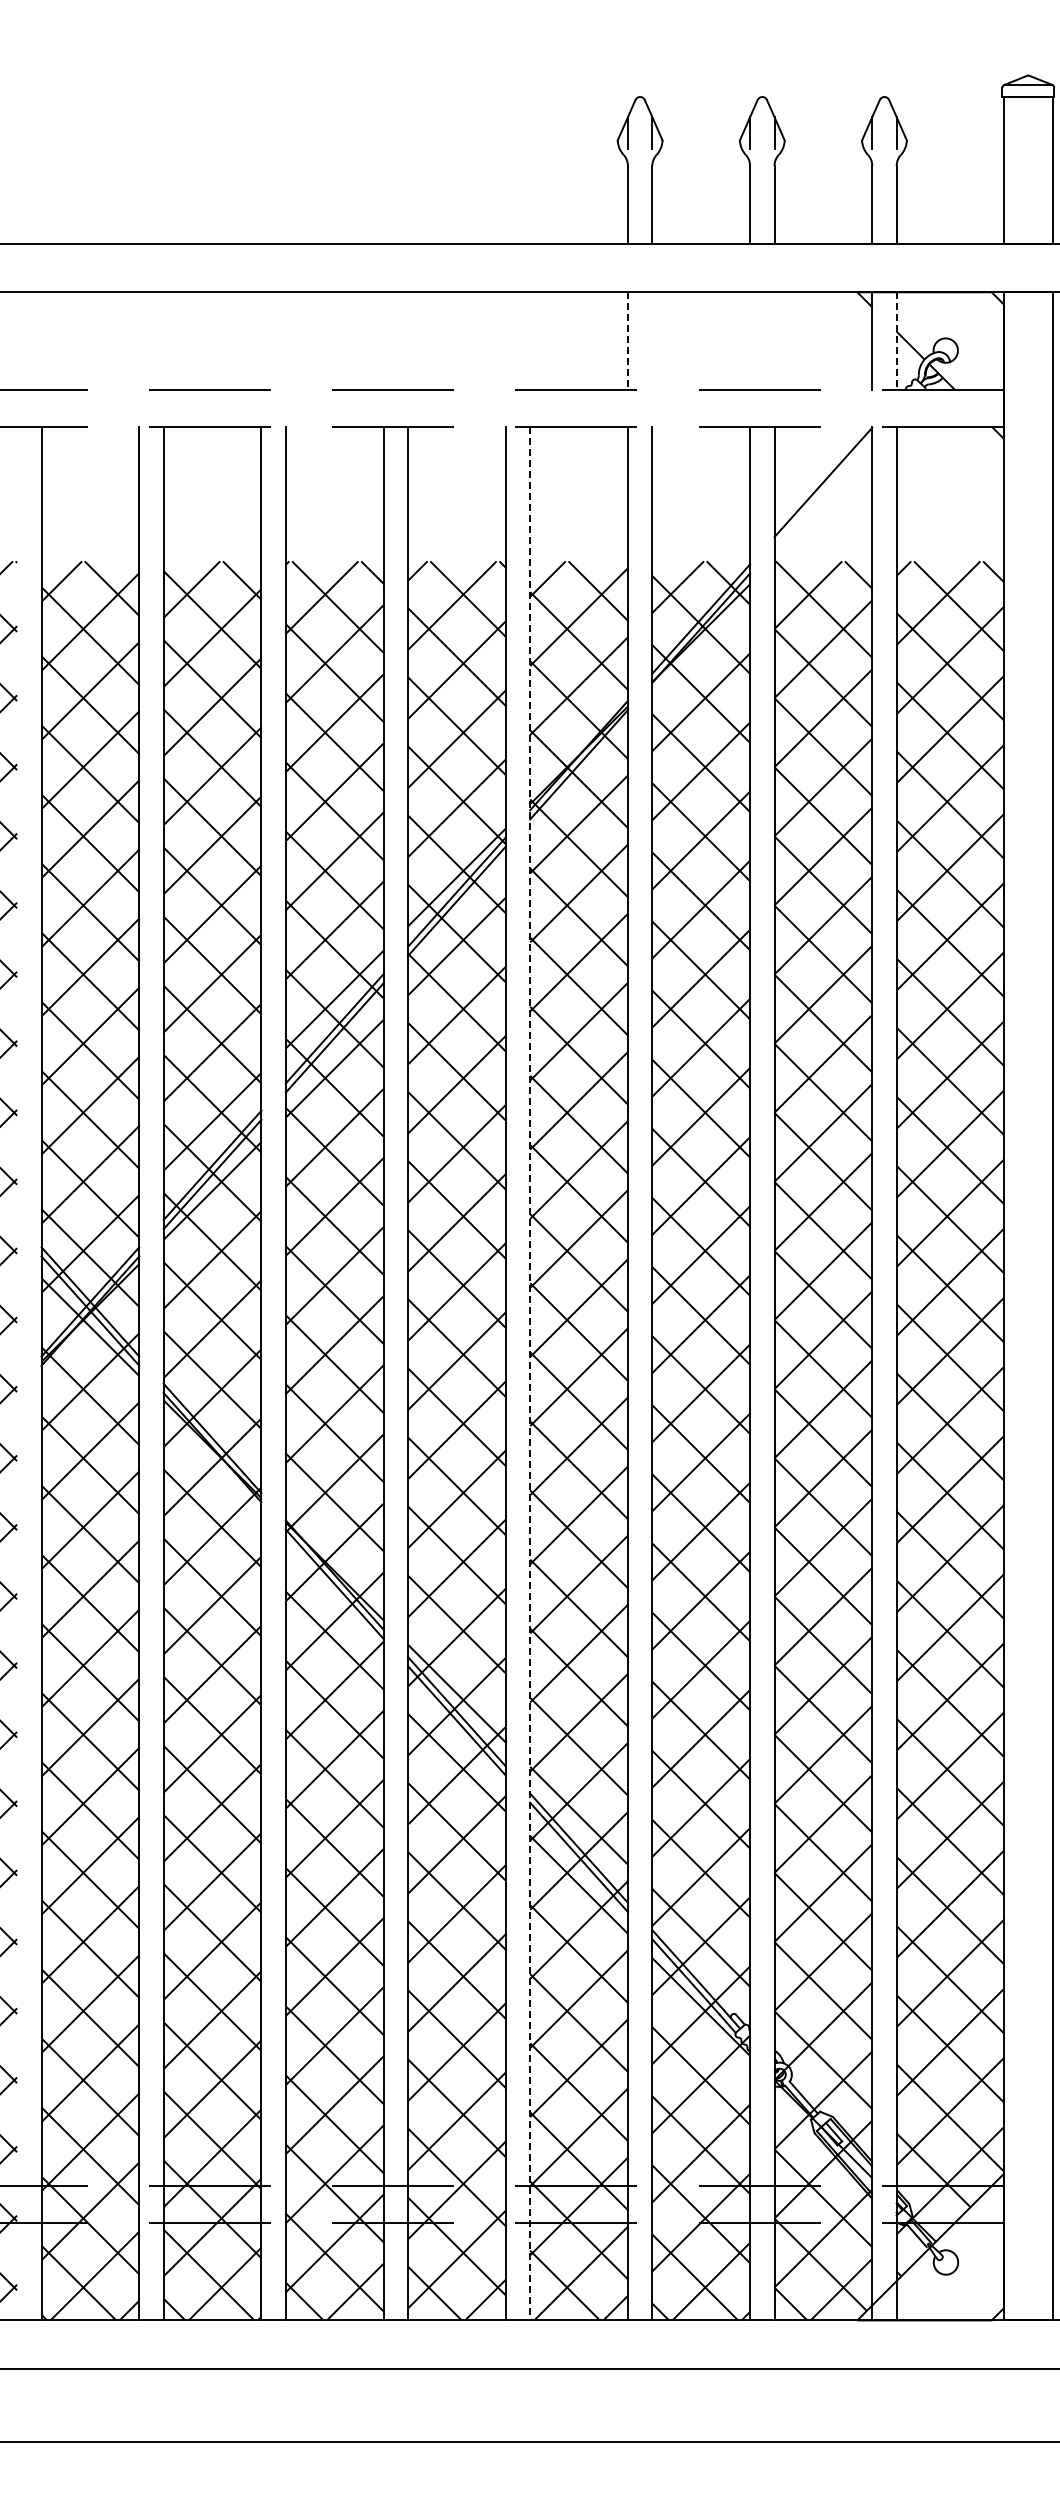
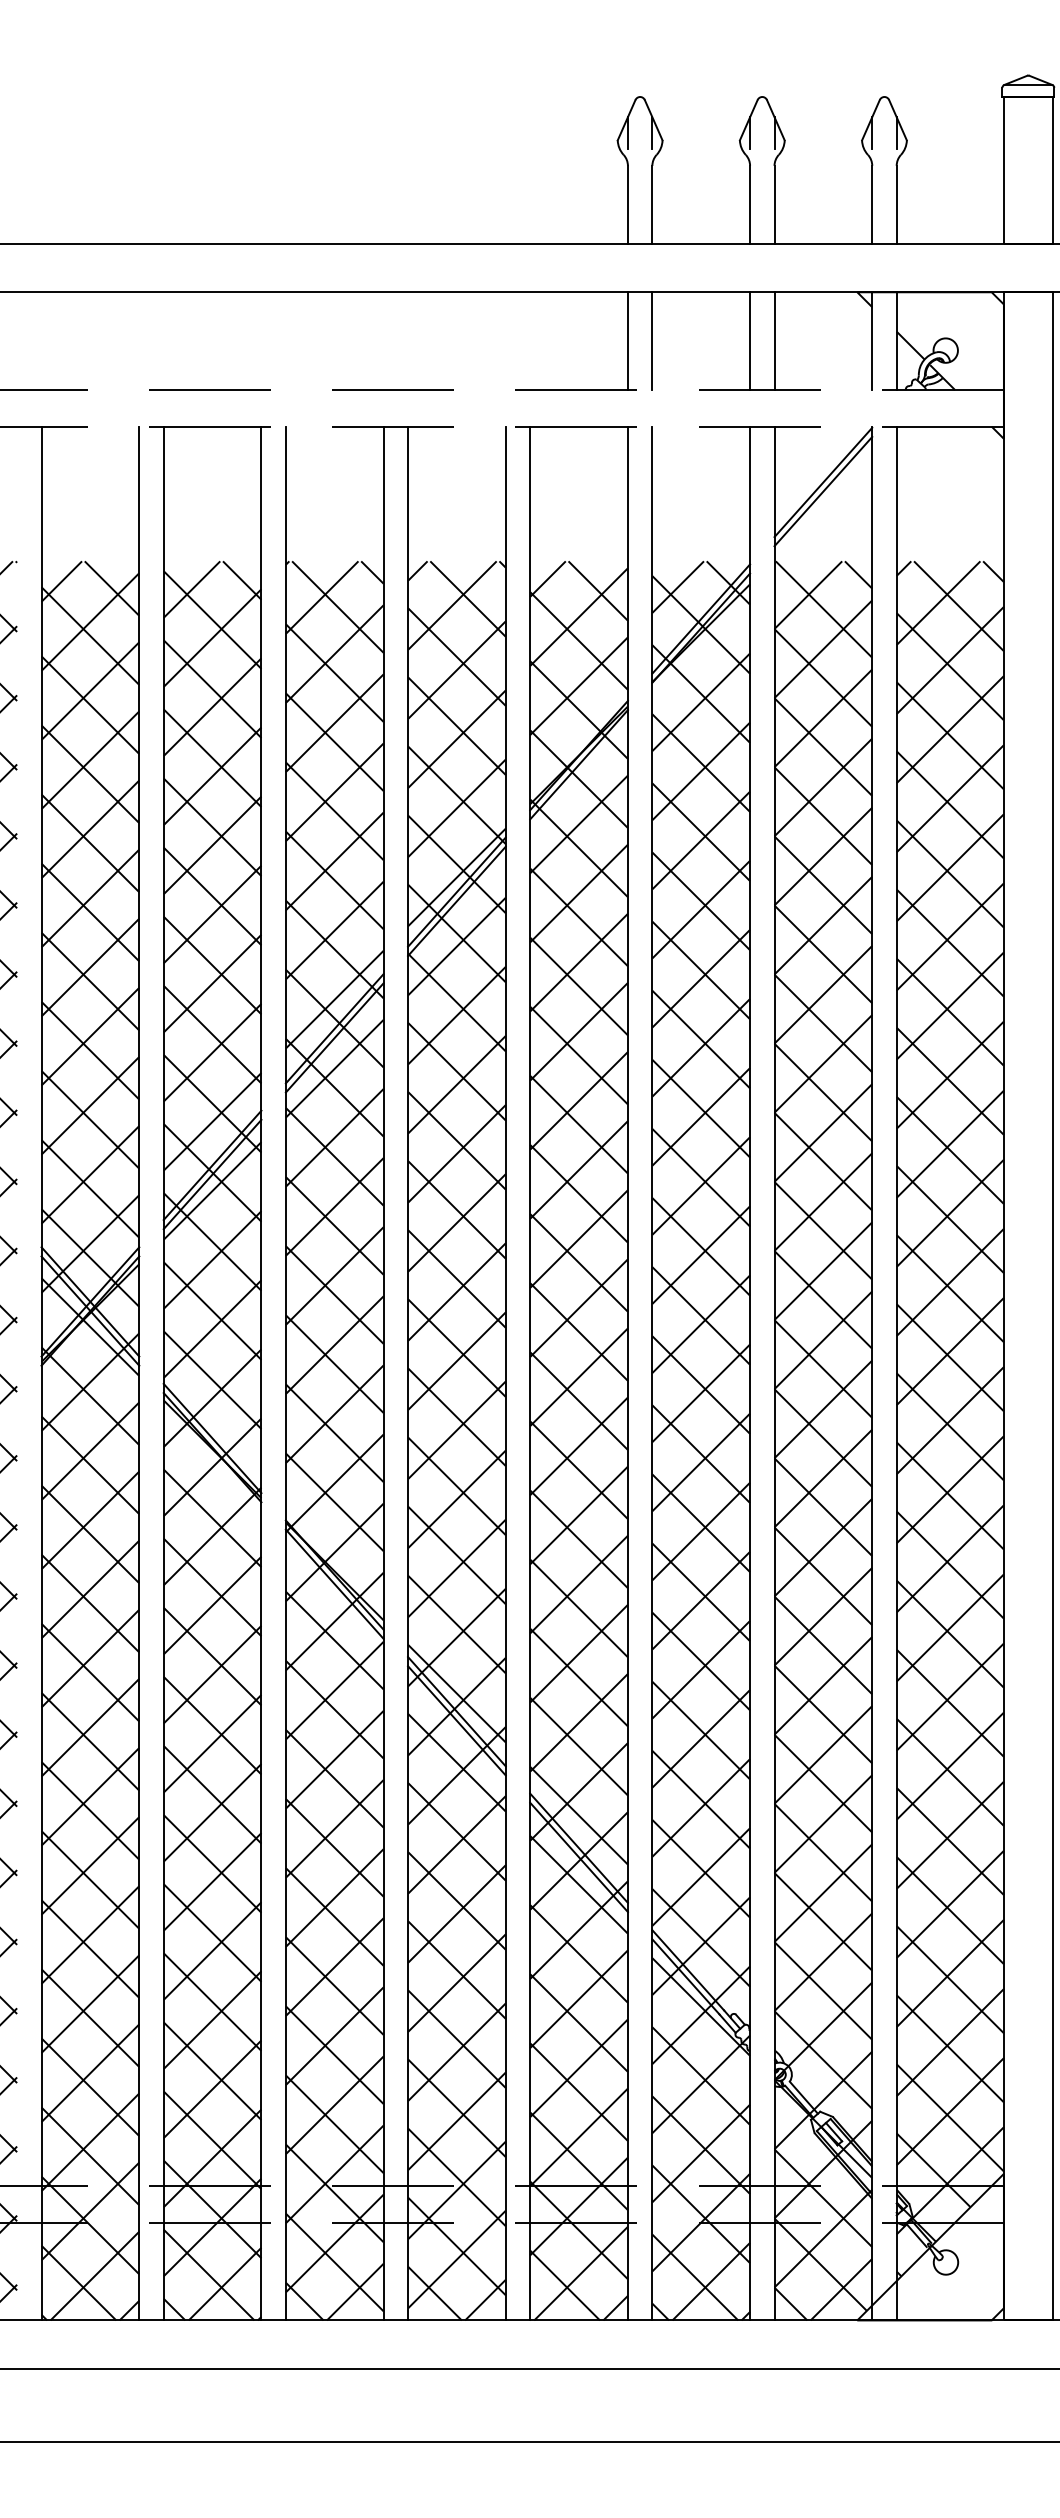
line at (627, 341): dashed -> solid
line at (652, 341): none -> present
line at (750, 341): none -> present
line at (774, 341): none -> present
line at (896, 341): dashed -> solid
line at (823, 491): none -> present
line at (530, 1373): dashed -> solid
